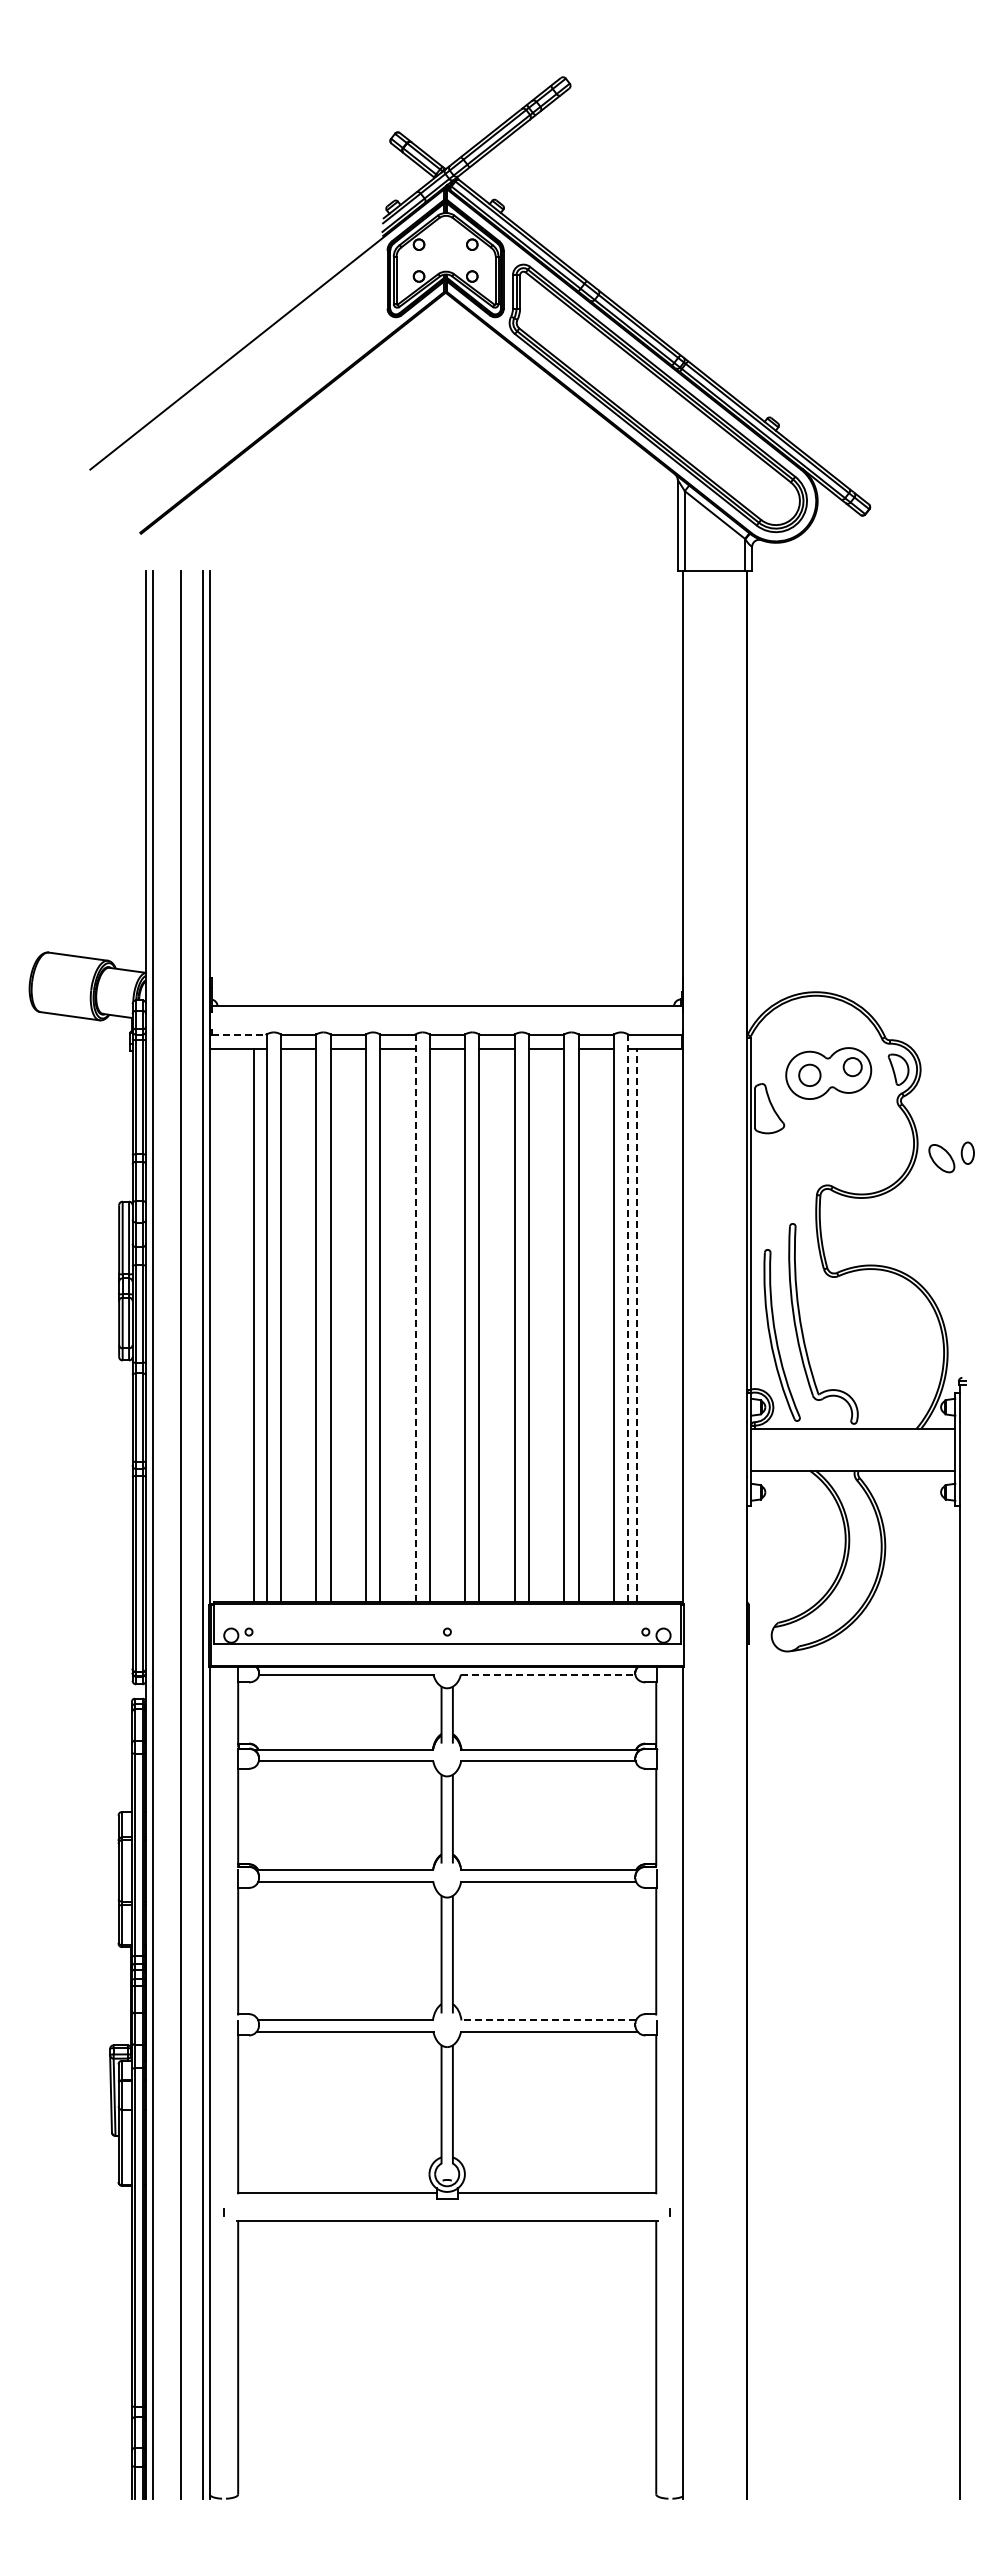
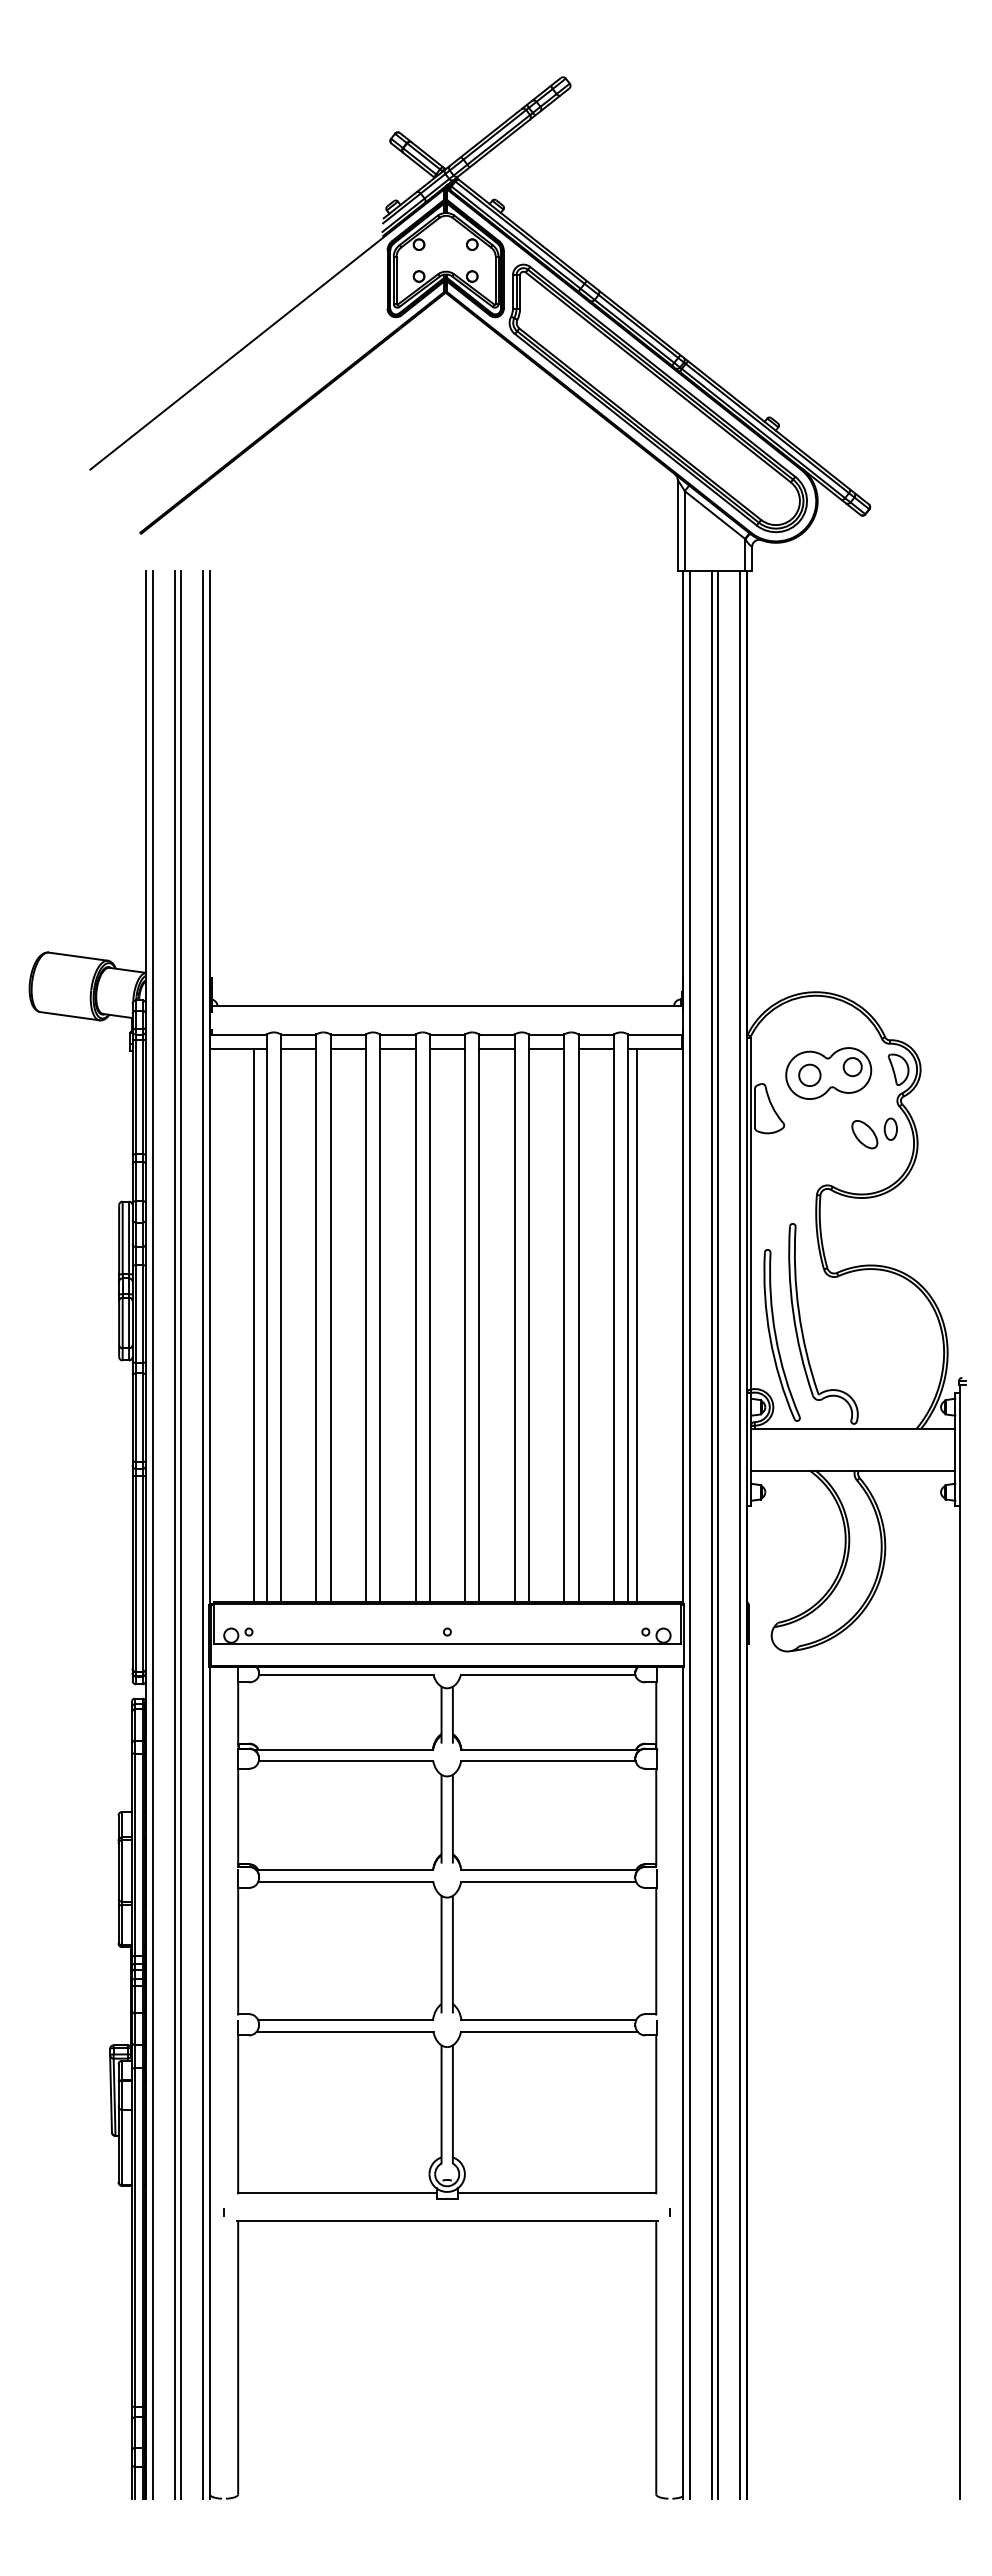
line at (239, 1034): dashed -> solid
part at (951, 1157) position: (951, 1157) -> (874, 1133)
line at (415, 1318): dashed -> solid
line at (628, 1318): dashed -> solid
line at (637, 1324): dashed -> solid
line at (175, 1534): none -> present
line at (690, 1534): none -> present
line at (712, 1534): none -> present
line at (717, 1534): none -> present
line at (739, 1534): none -> present
line at (548, 1674): dashed -> solid
line at (548, 2020): dashed -> solid
